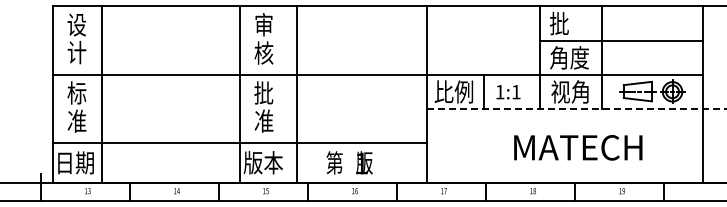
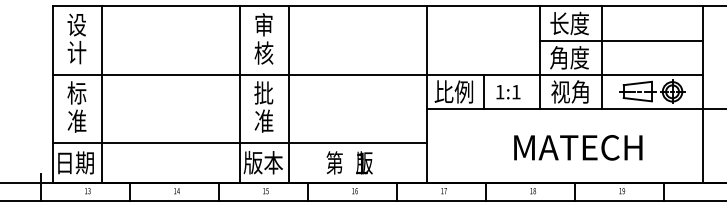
text at (569, 23): 批 -> 长度
line at (296, 94) position: (296, 94) -> (288, 94)
line at (577, 109): dashed -> solid
